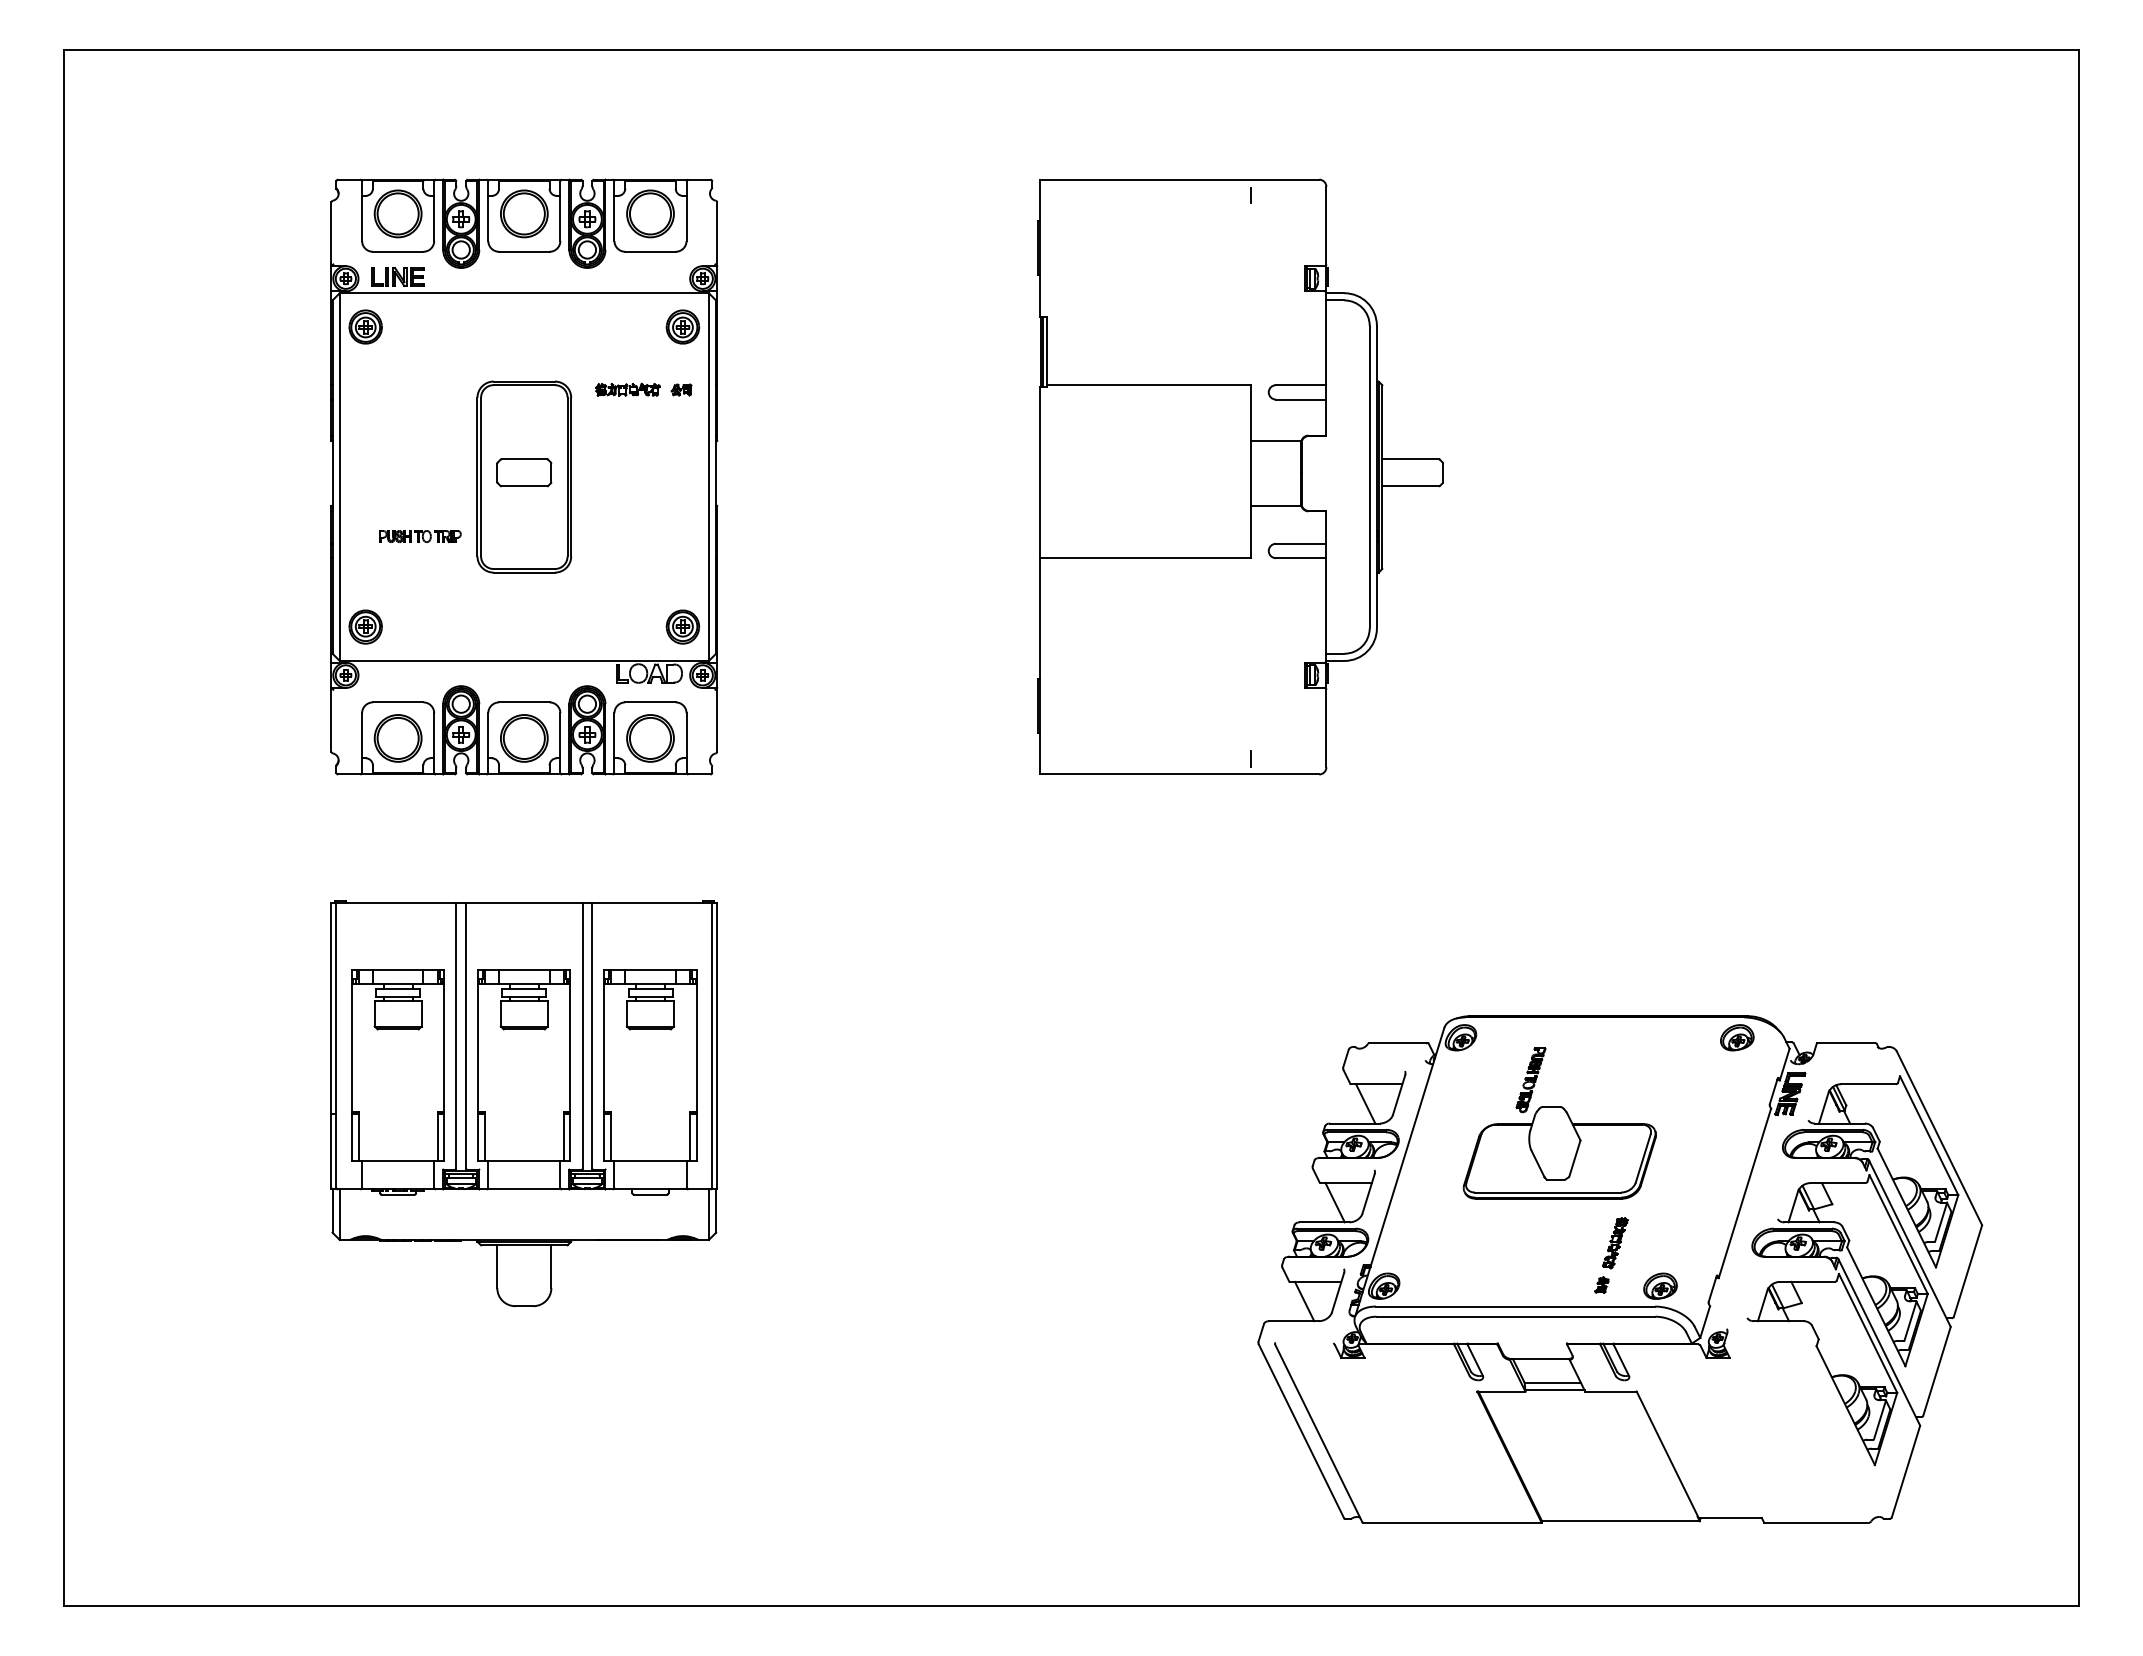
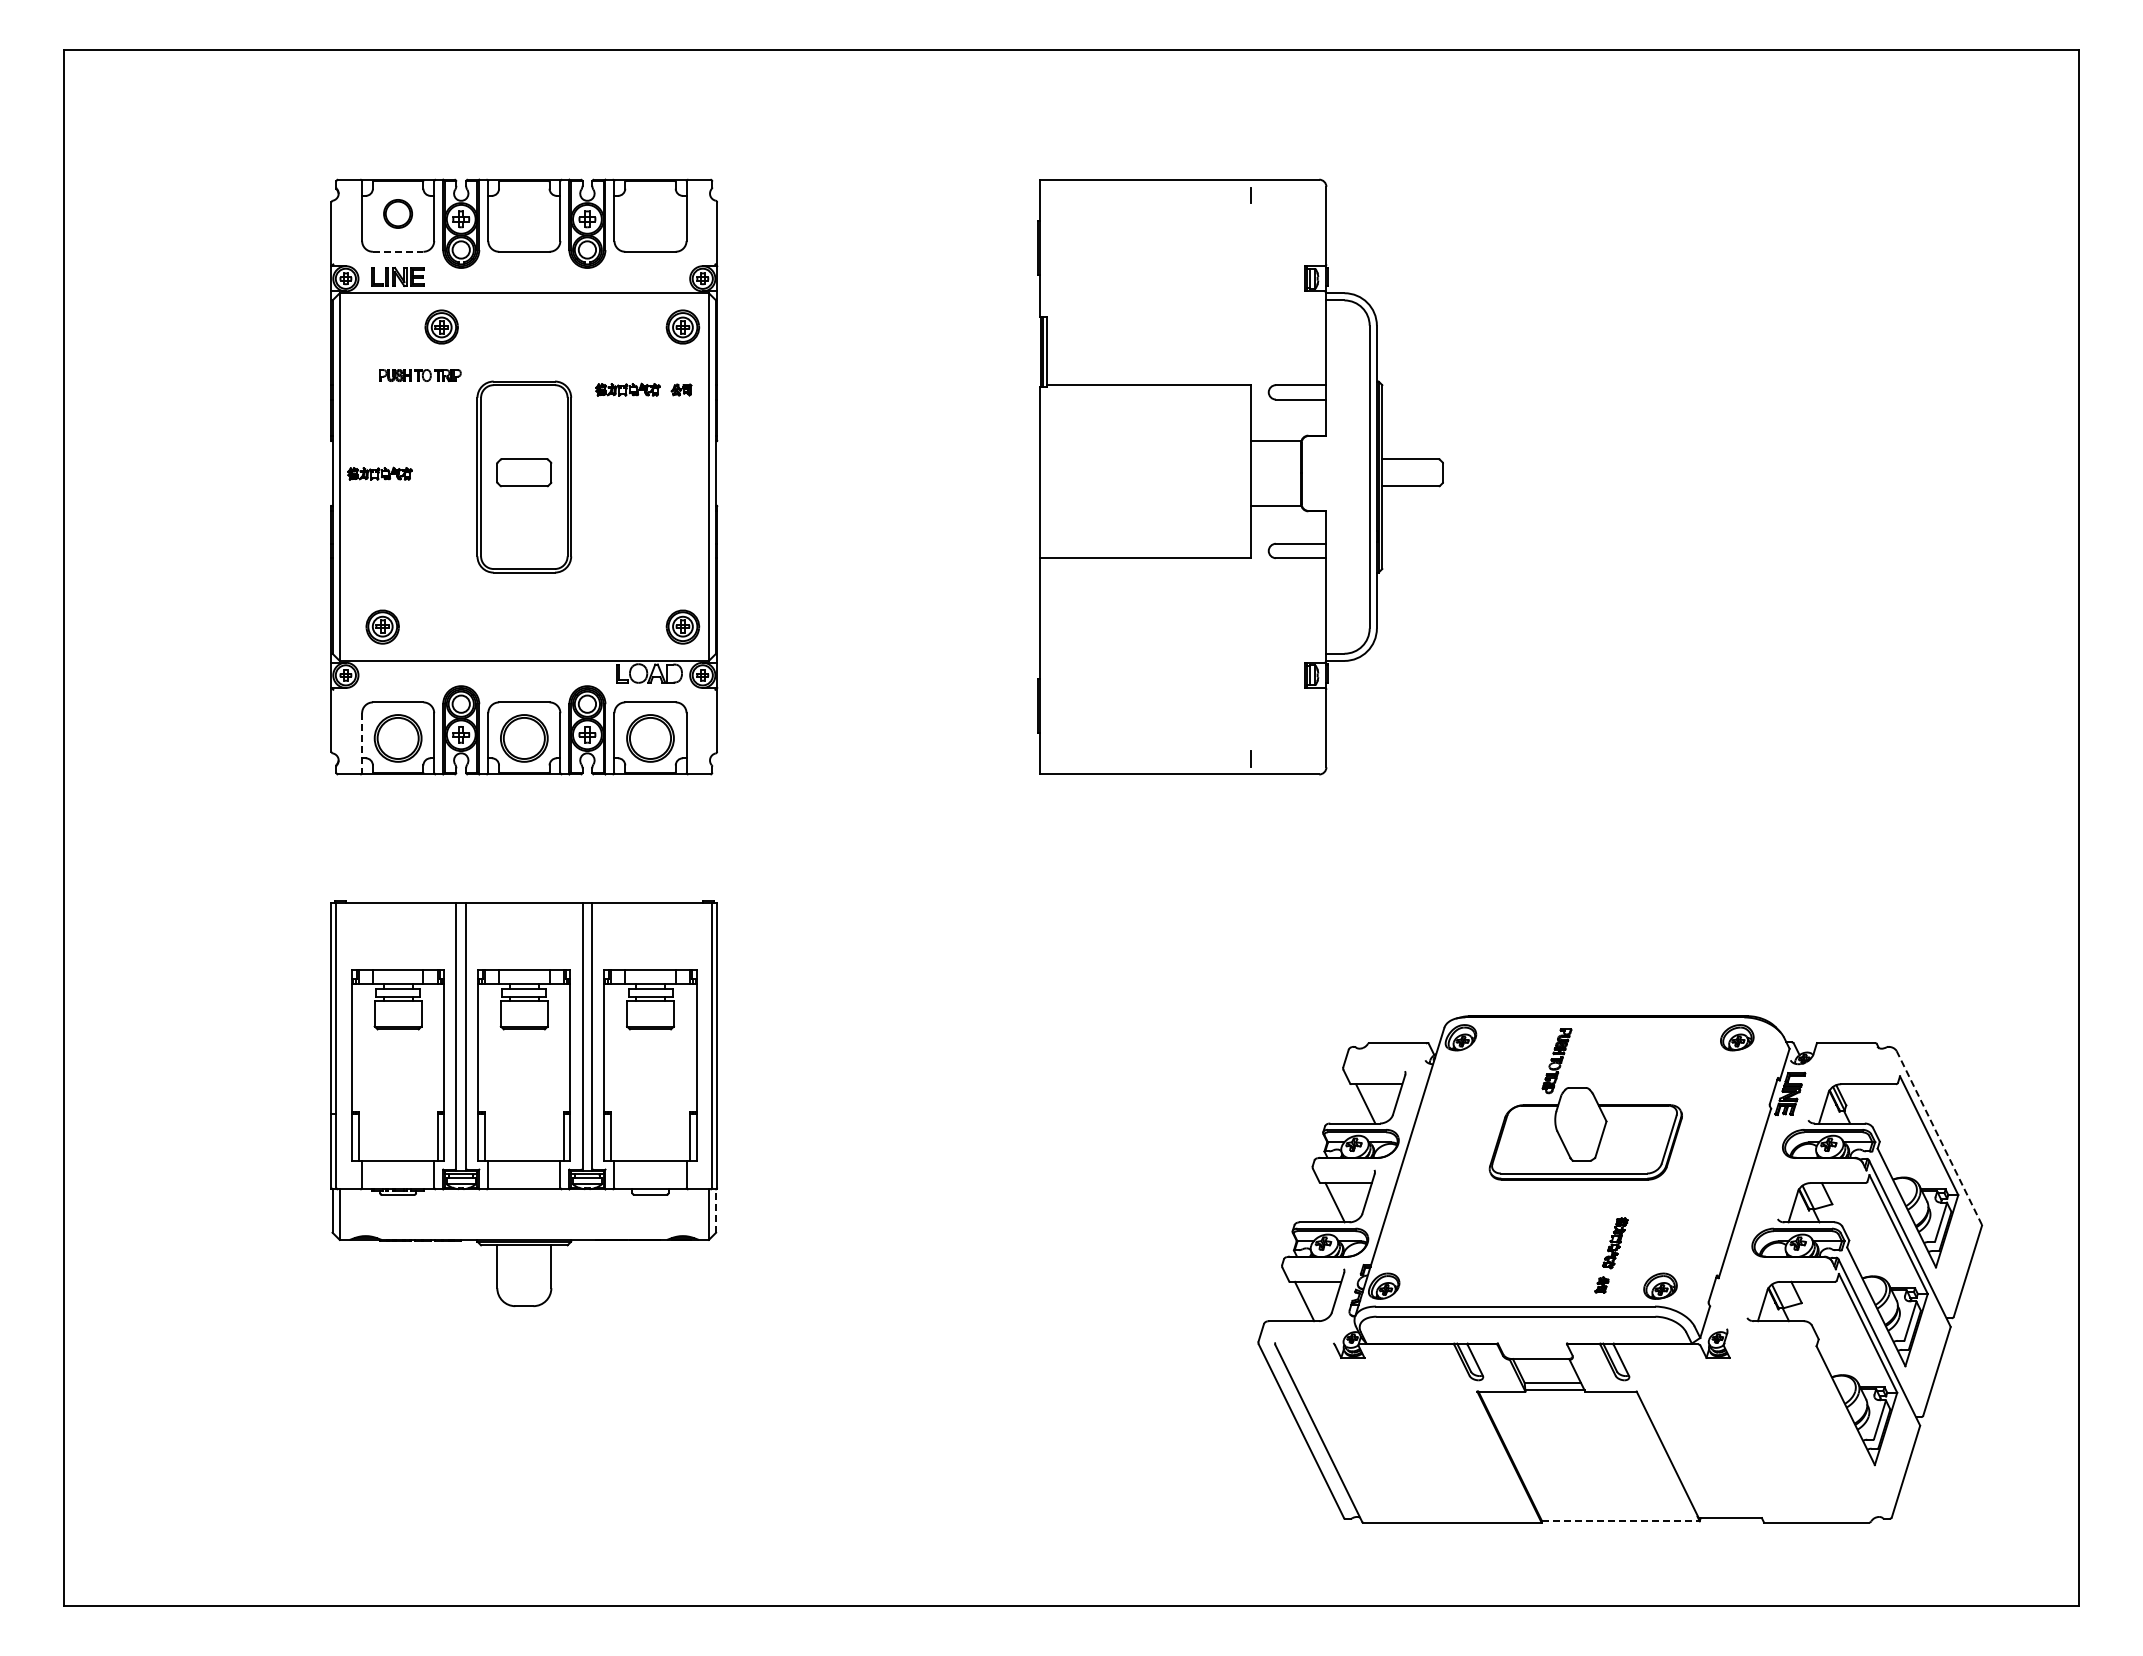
part at (397, 213) size: 50x50 px -> 30x30 px
part at (524, 213): present -> none
part at (650, 213): present -> none
line at (398, 251): solid -> dashed
part at (365, 326) position: (365, 326) -> (441, 326)
part at (379, 473): none -> present
part at (420, 536) position: (420, 536) -> (420, 375)
part at (365, 626) position: (365, 626) -> (382, 626)
line at (362, 742): solid -> dashed
part at (1559, 1123) position: (1559, 1123) -> (1585, 1104)
line at (1939, 1138): solid -> dashed
line at (716, 1211): solid -> dashed
line at (1620, 1521): solid -> dashed
